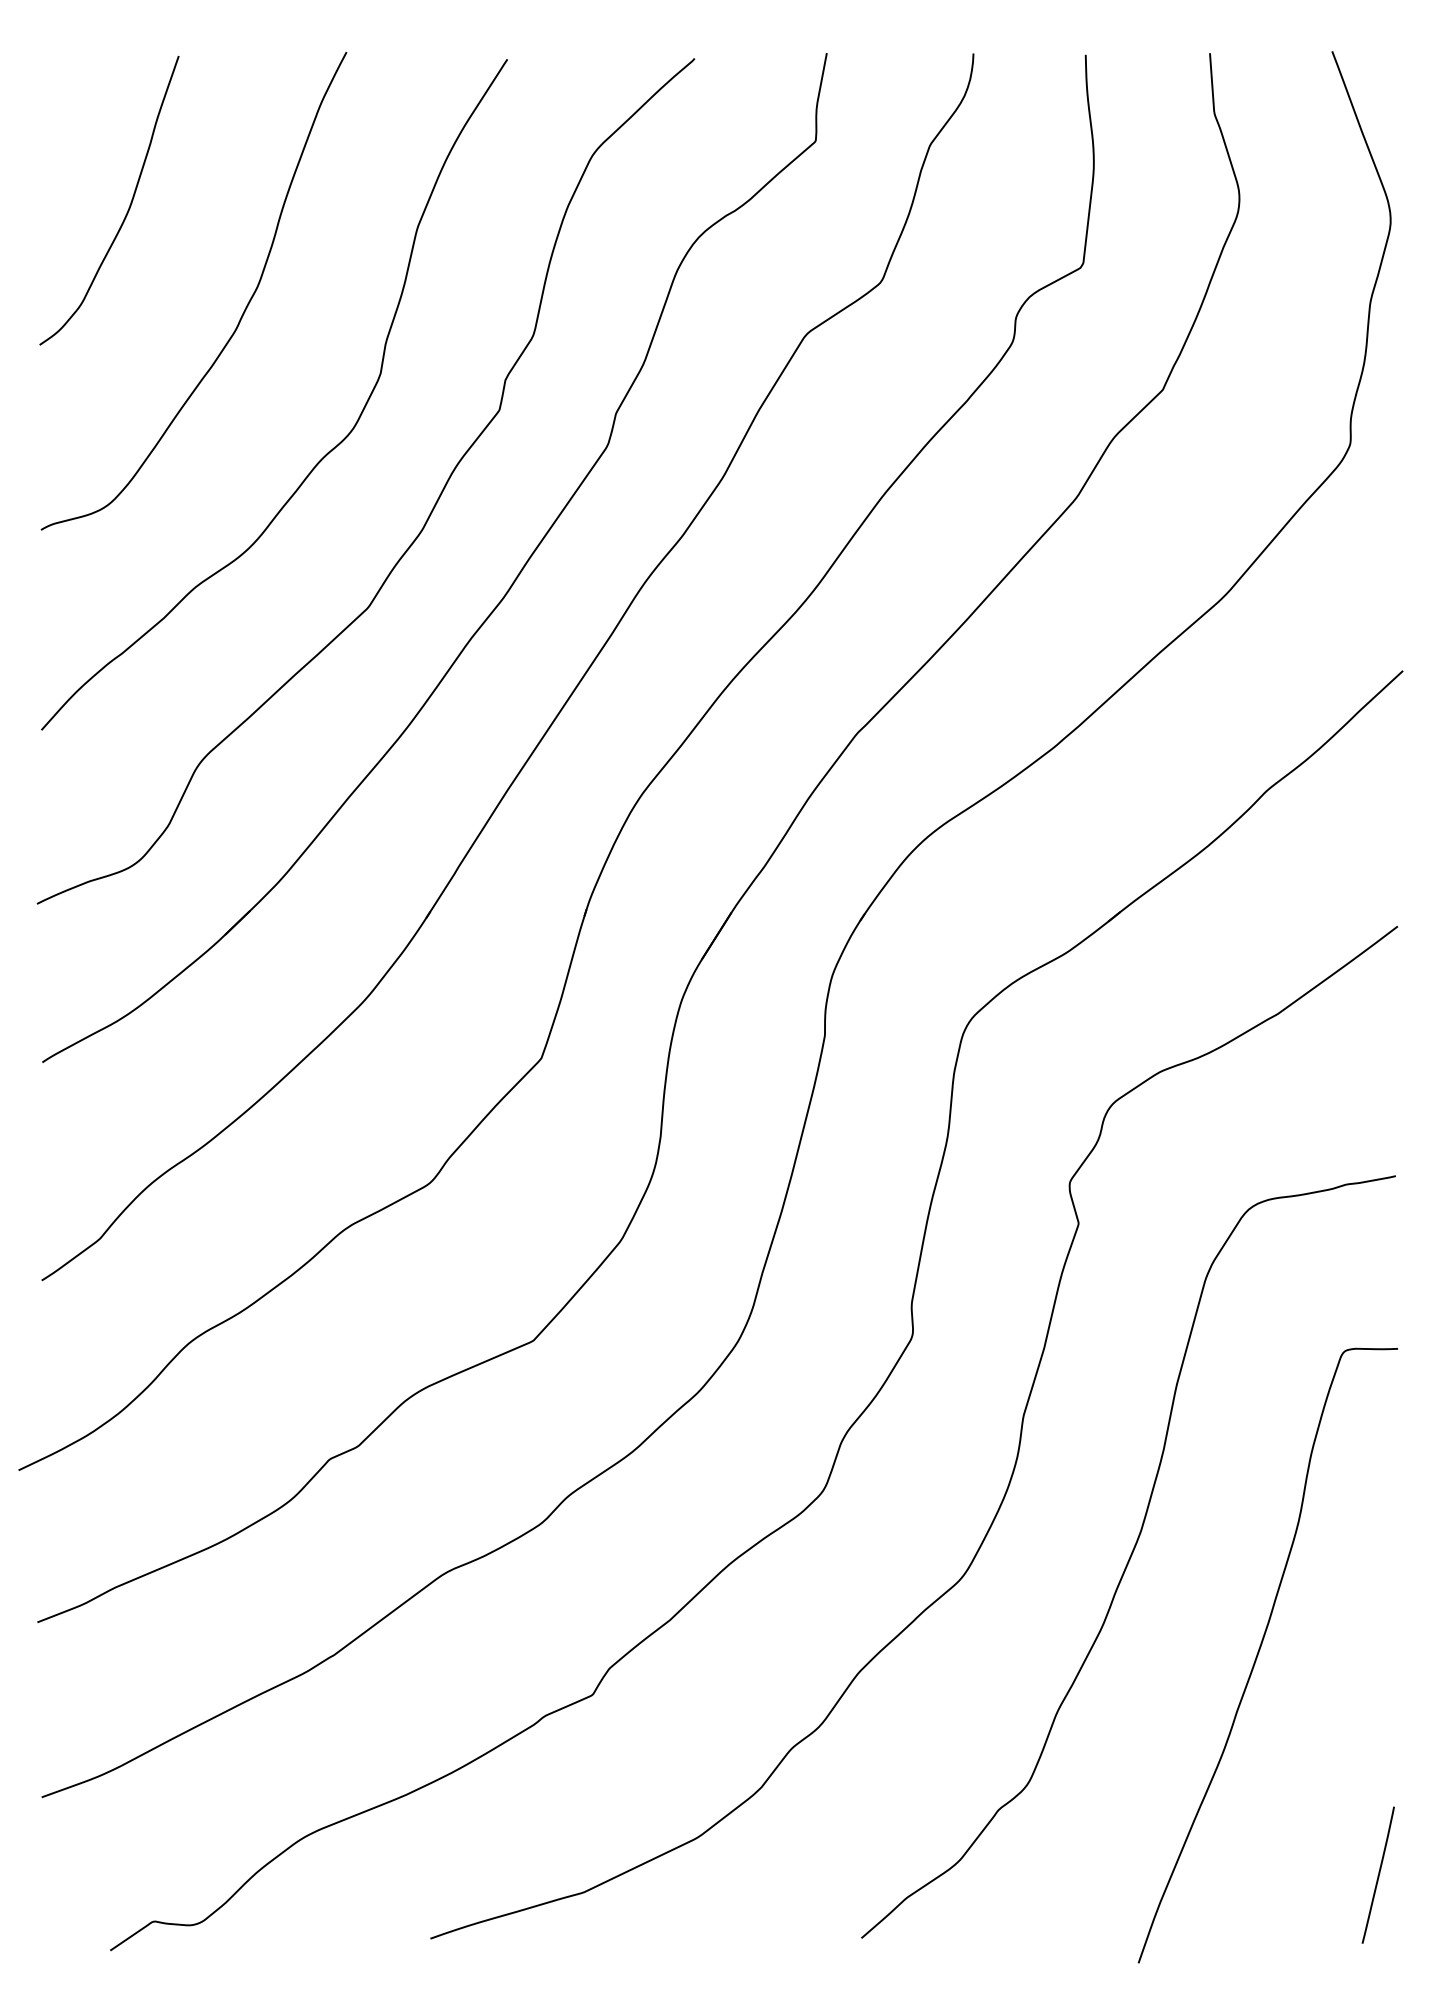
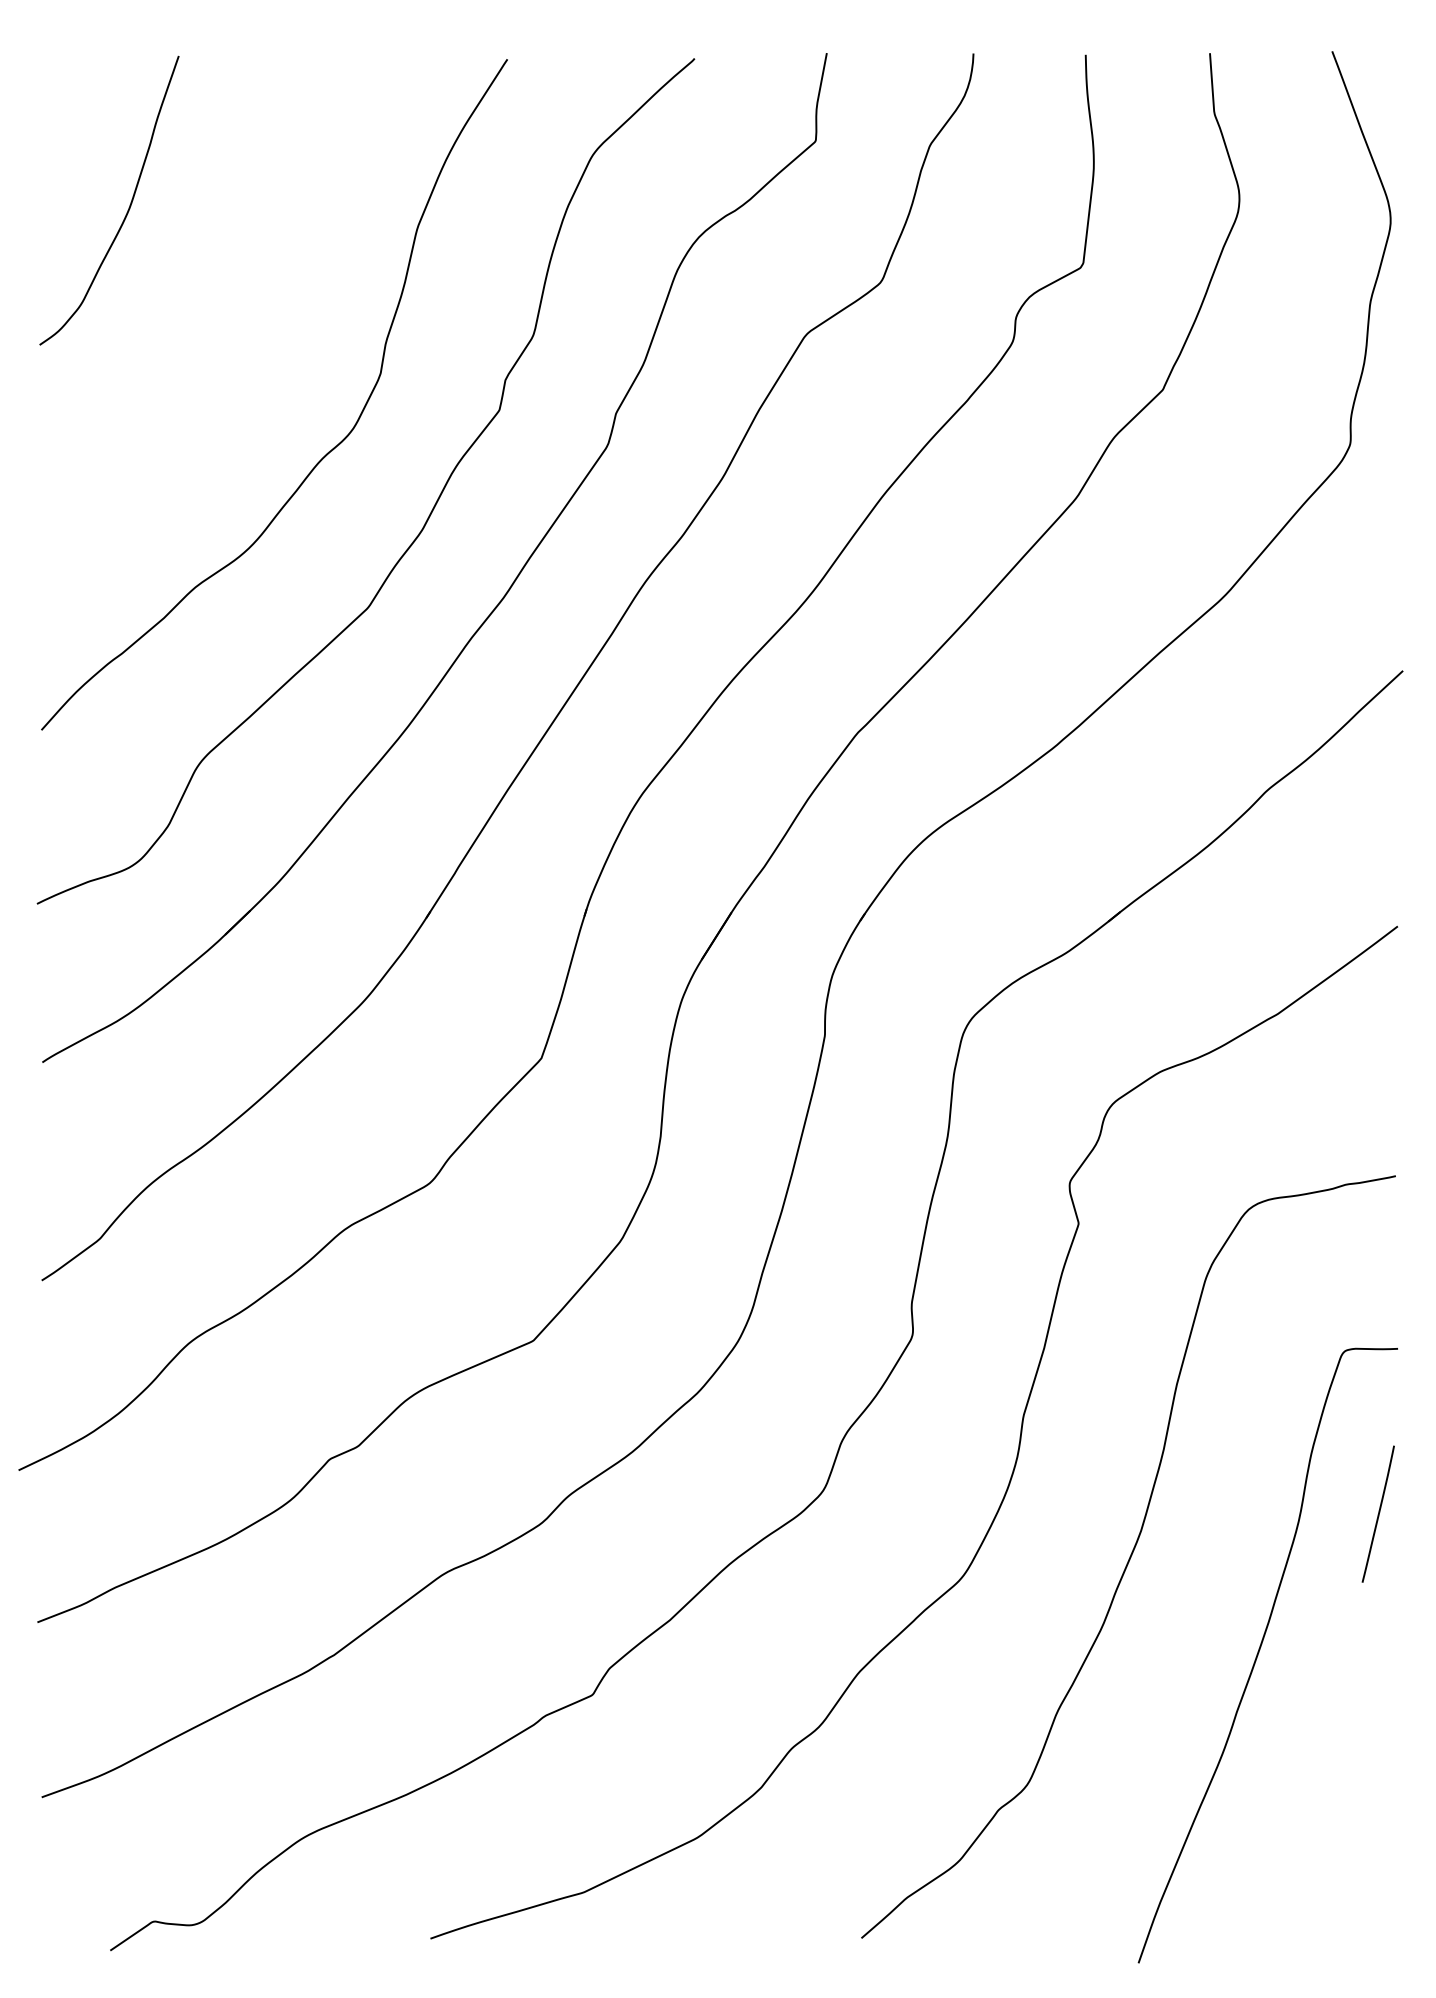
curve at (241, 315): present -> none
line at (1378, 1874) position: (1378, 1874) -> (1378, 1513)
